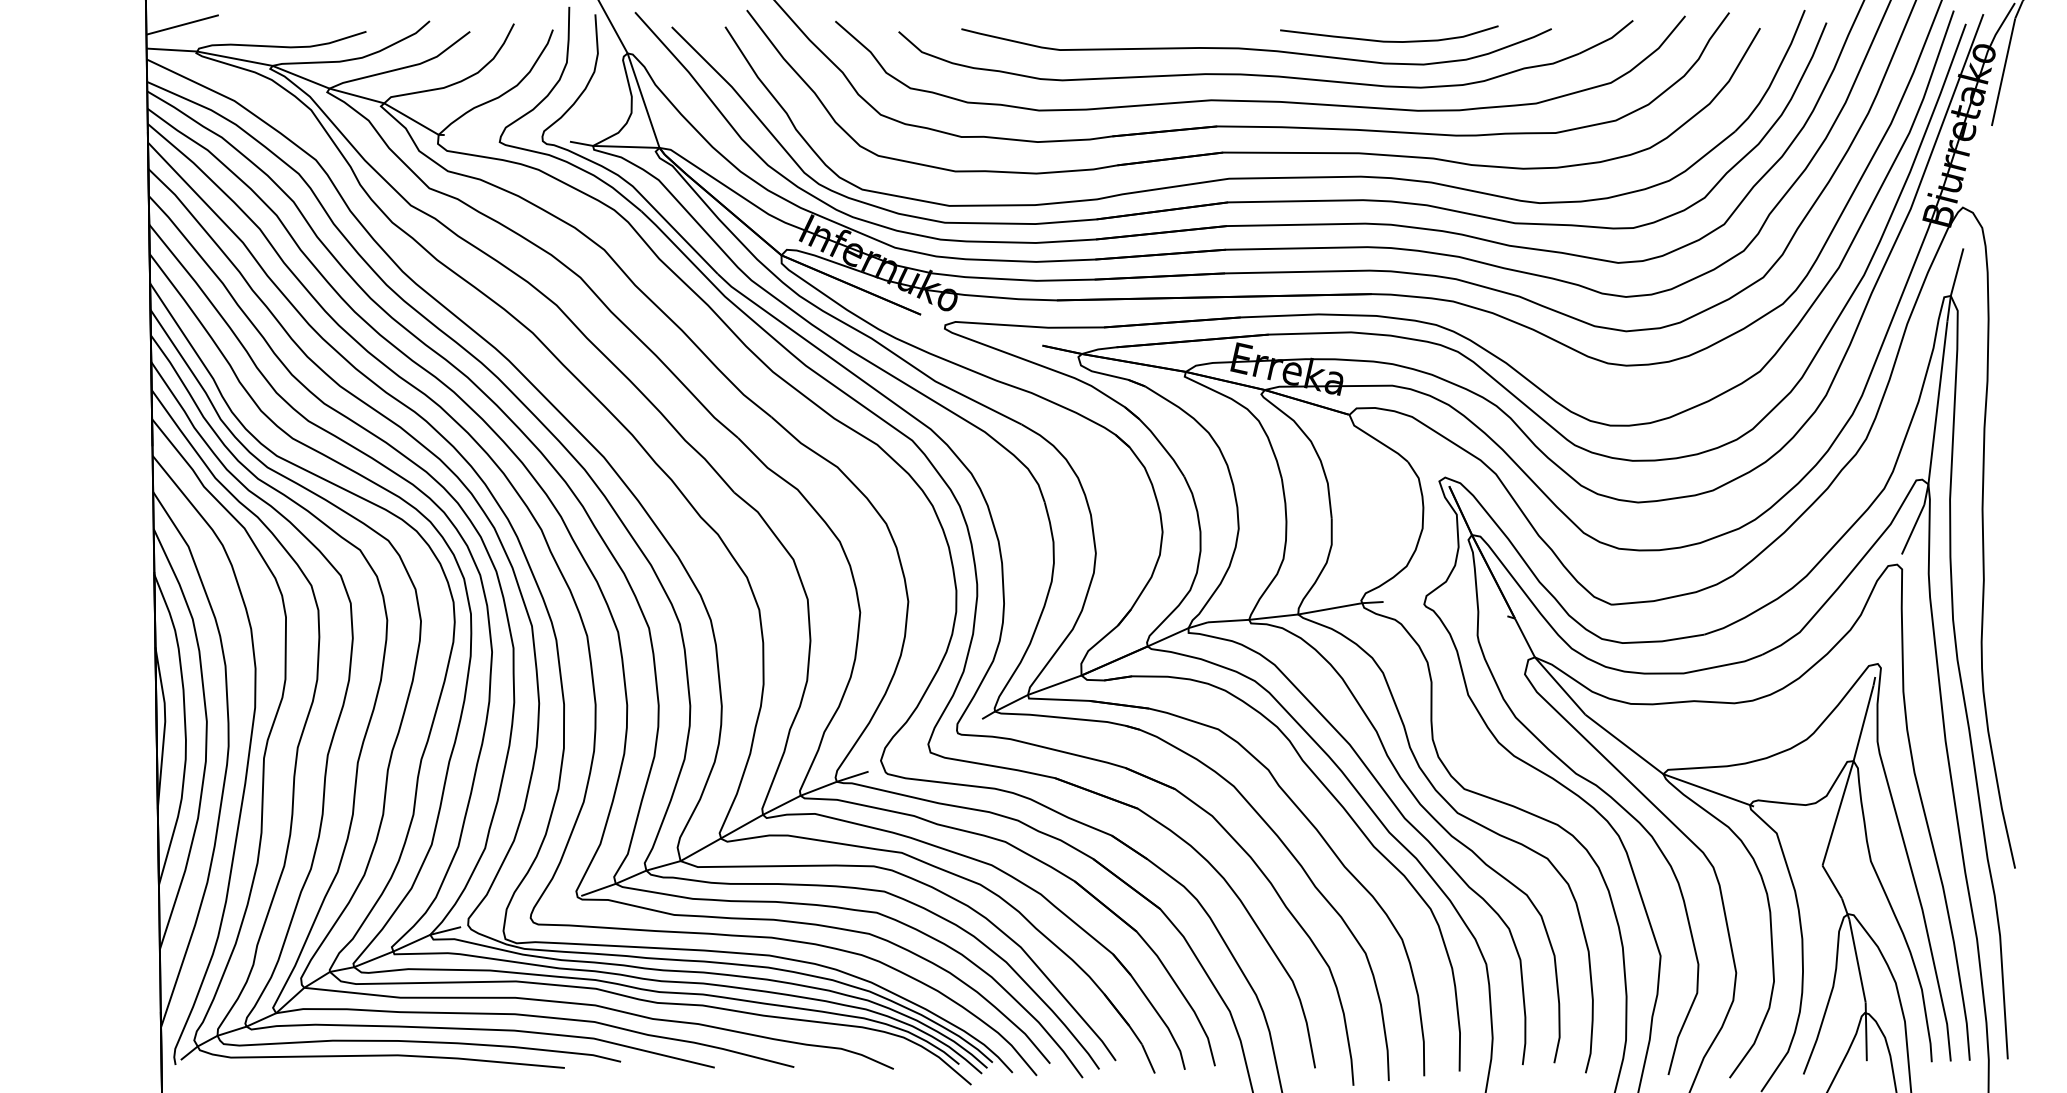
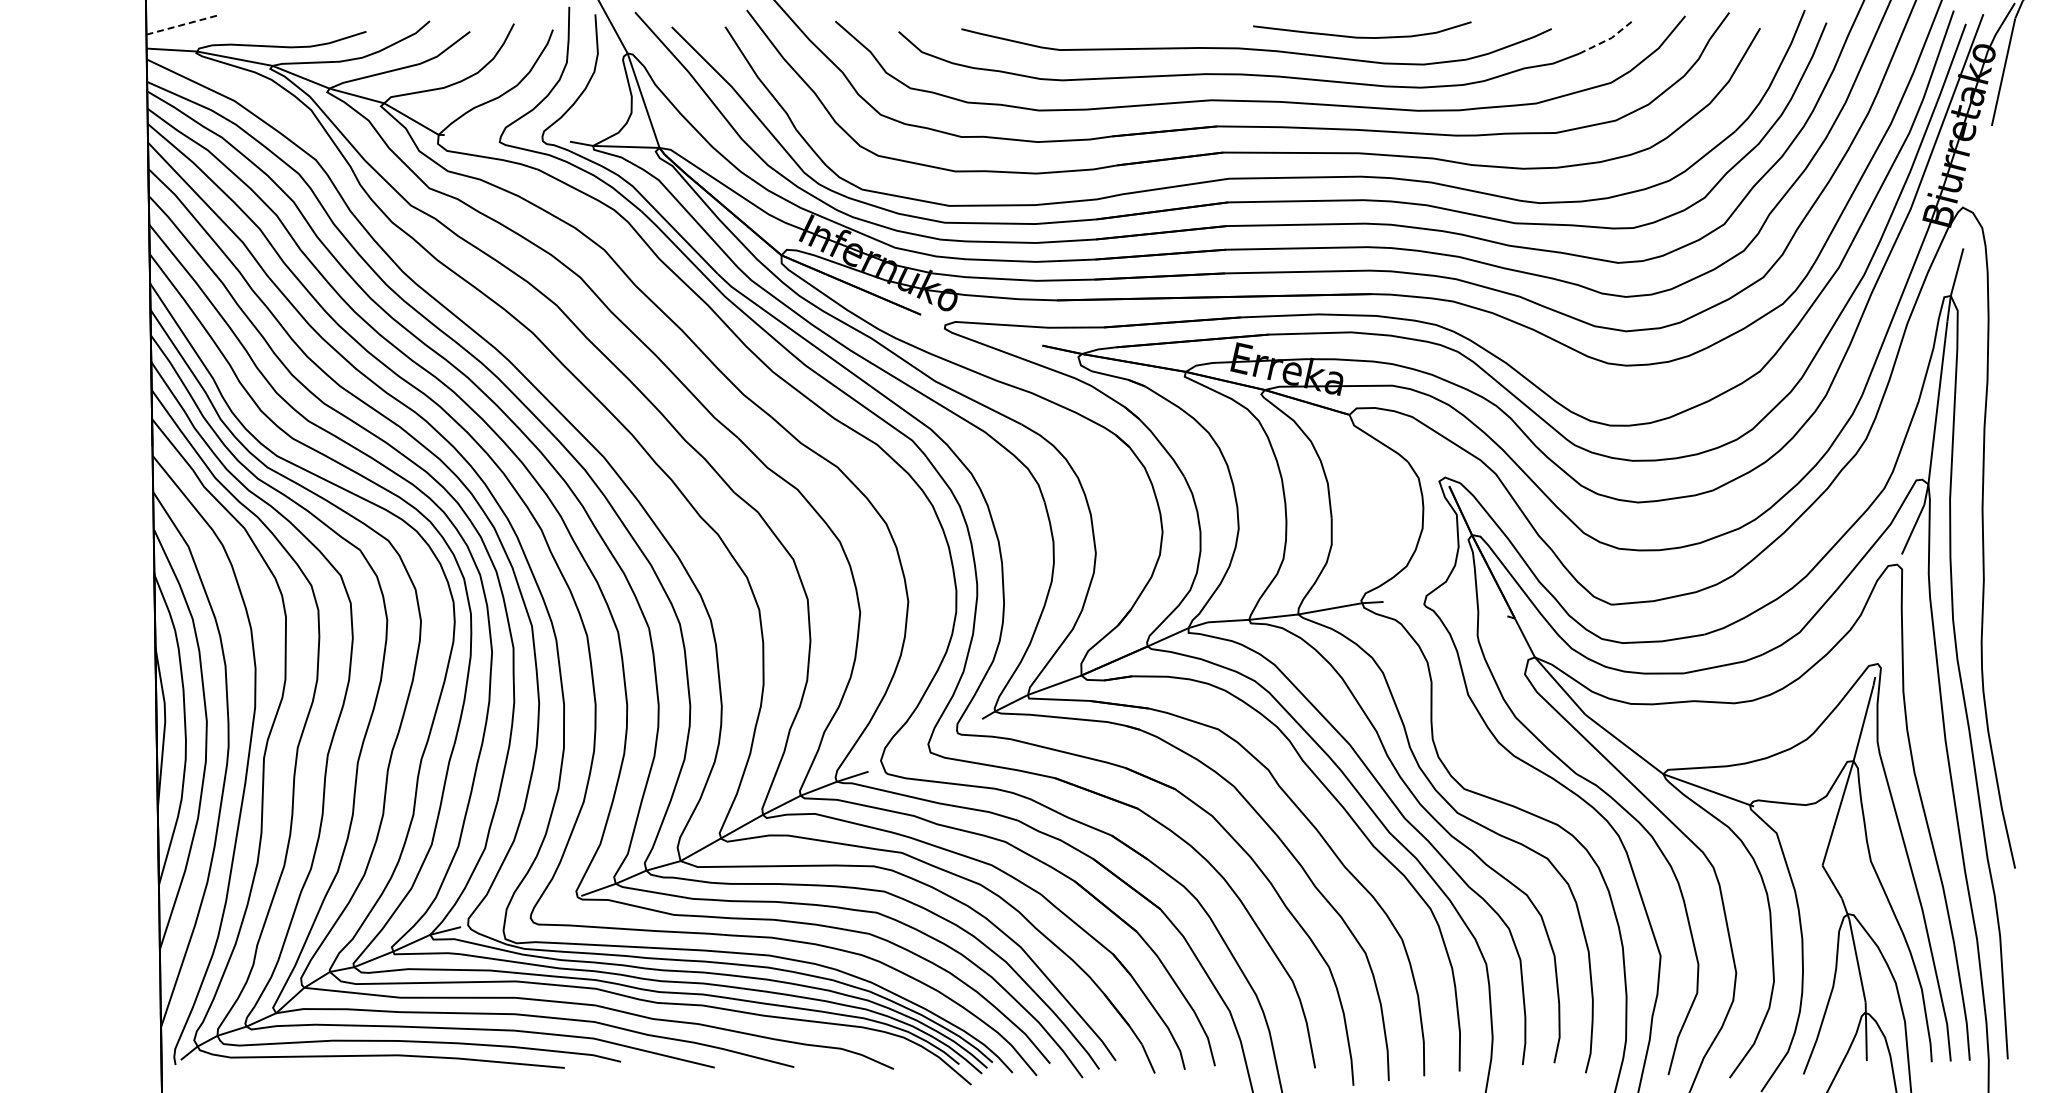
line at (182, 24): solid -> dashed
line at (1608, 39): solid -> dashed
curve at (1389, 40) position: (1389, 40) -> (1362, 36)
